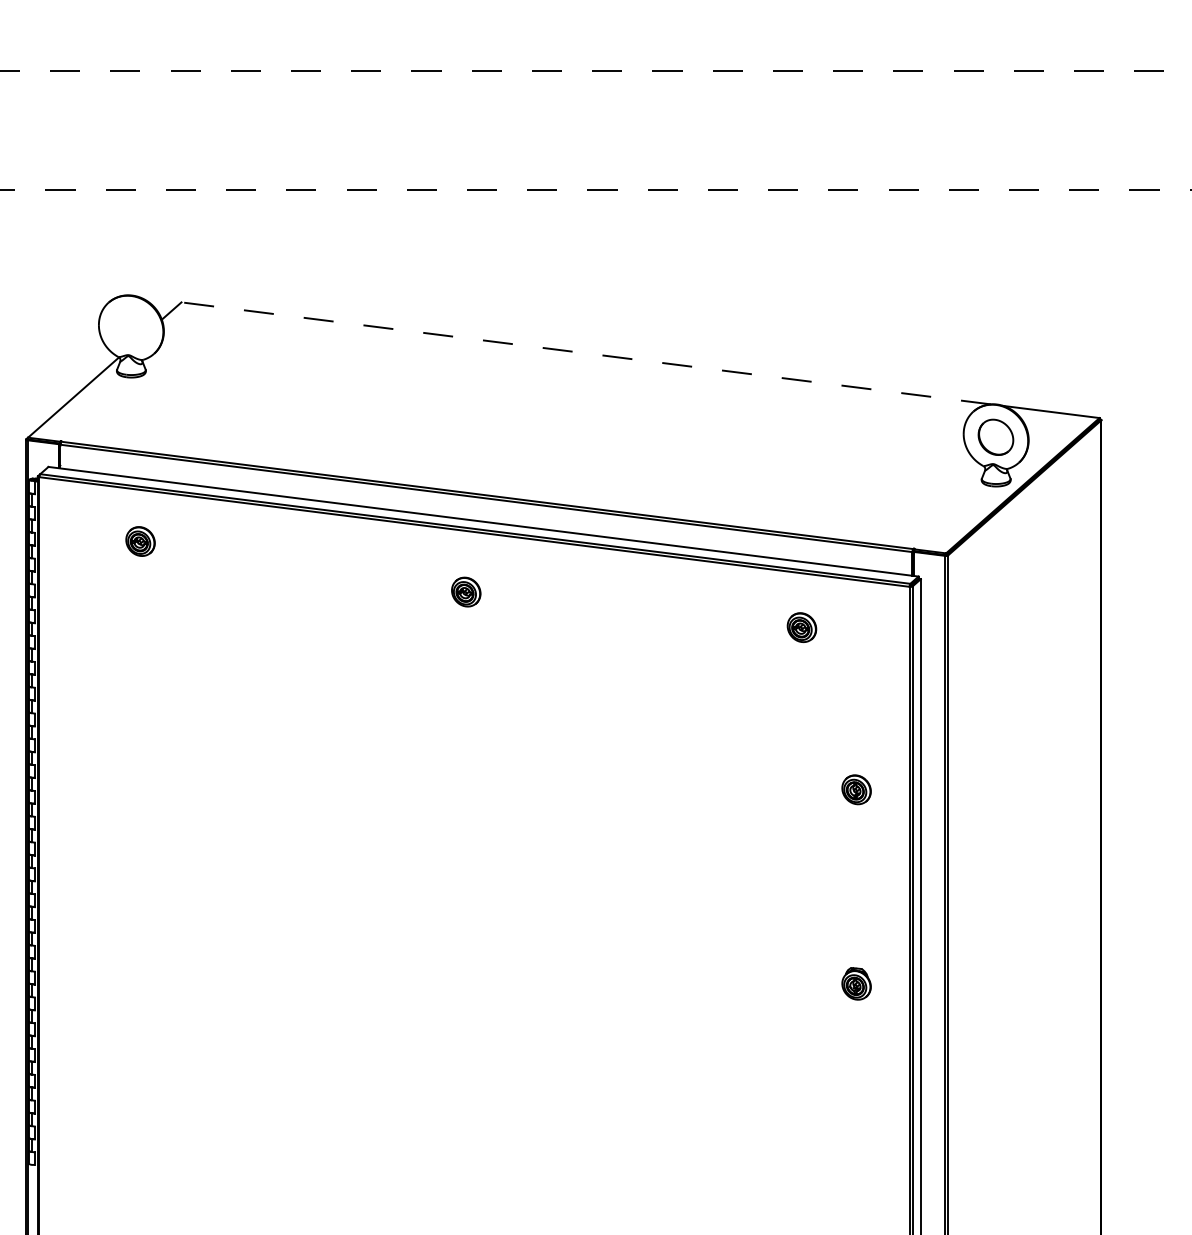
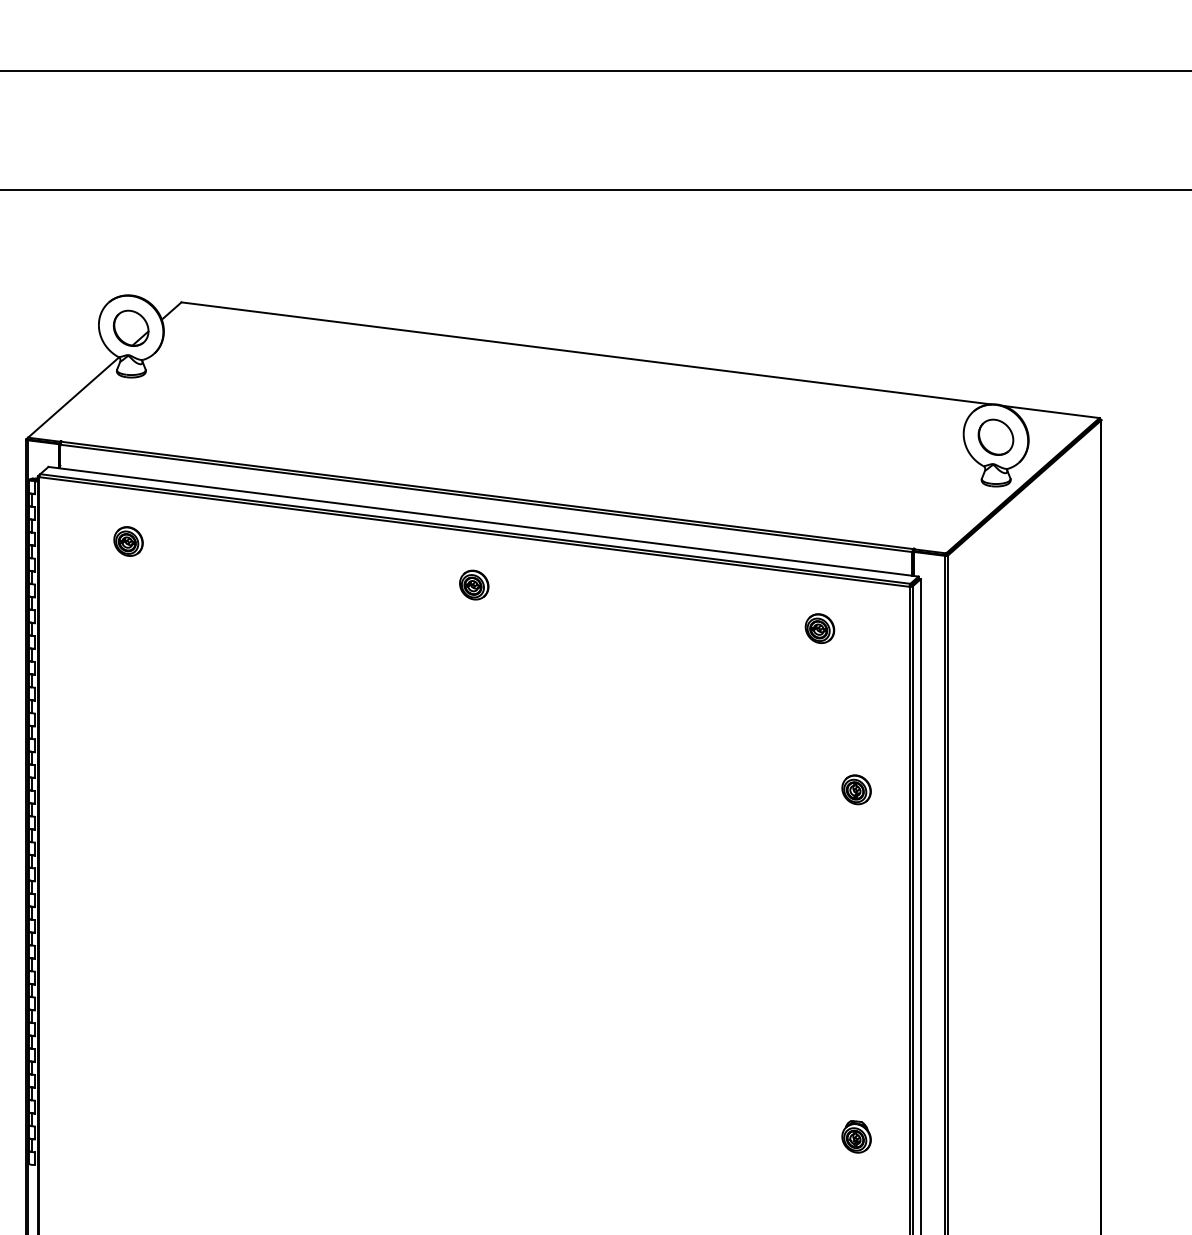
line at (596, 71): dashed -> solid
line at (596, 189): dashed -> solid
part at (131, 327): none -> present
line at (586, 353): dashed -> solid
part at (140, 541) position: (140, 541) -> (128, 541)
part at (466, 591) position: (466, 591) -> (474, 584)
part at (801, 627) position: (801, 627) -> (819, 628)
part at (856, 983) position: (856, 983) -> (856, 1136)
